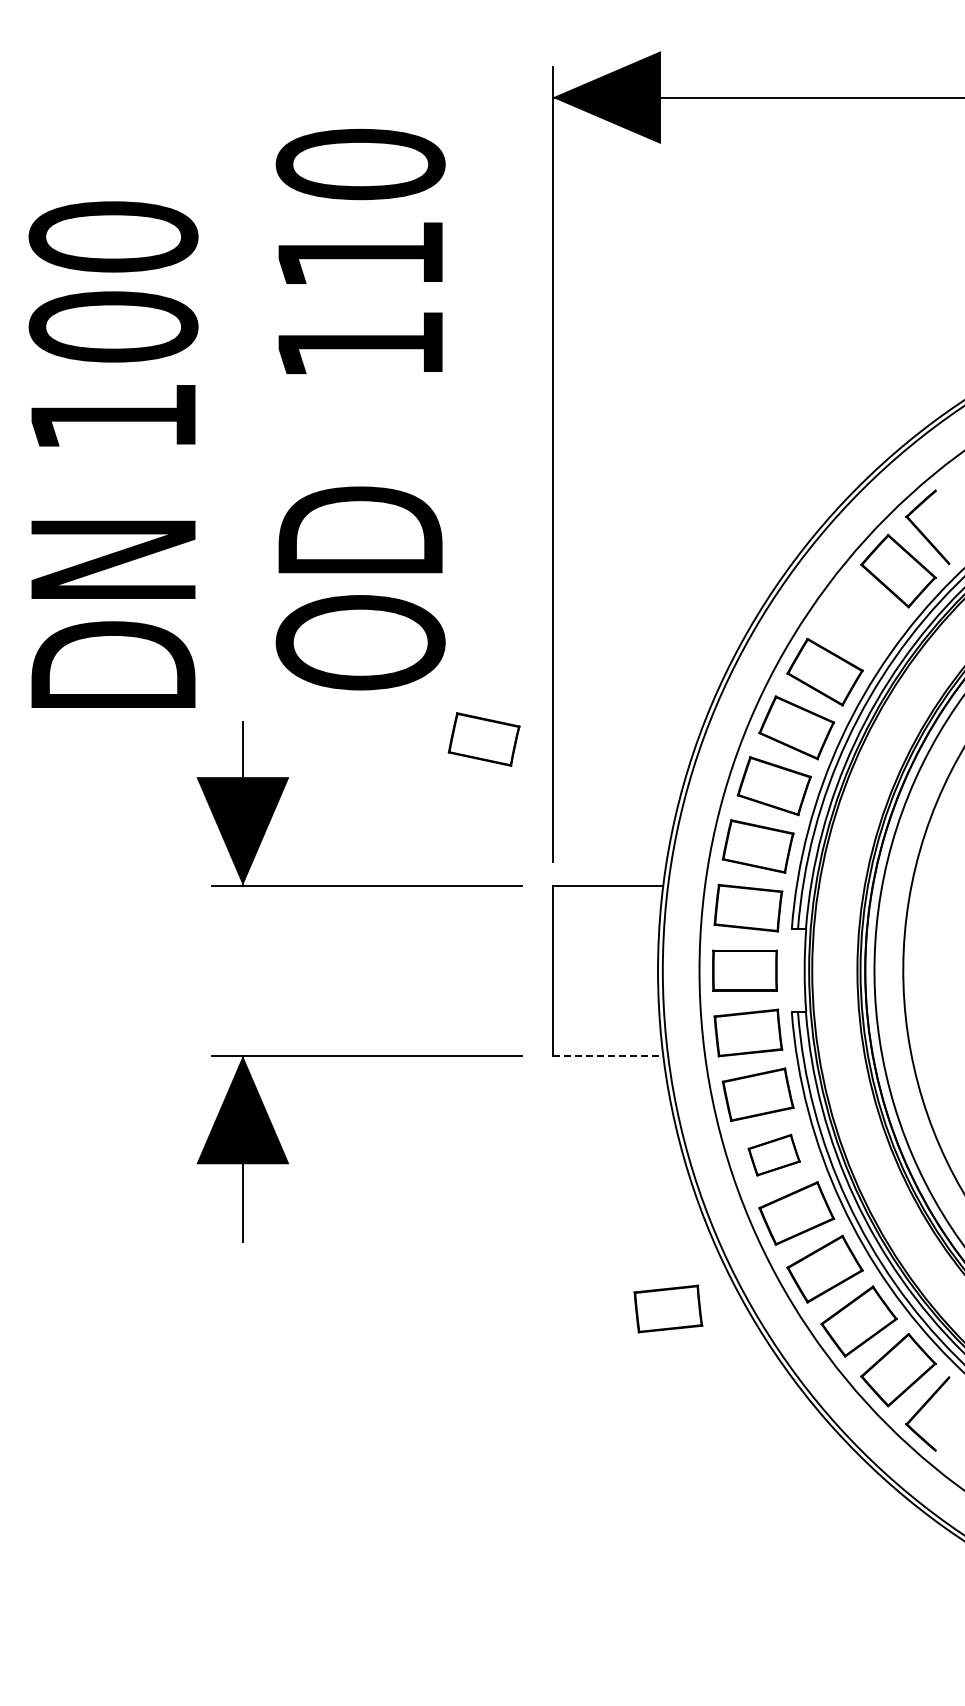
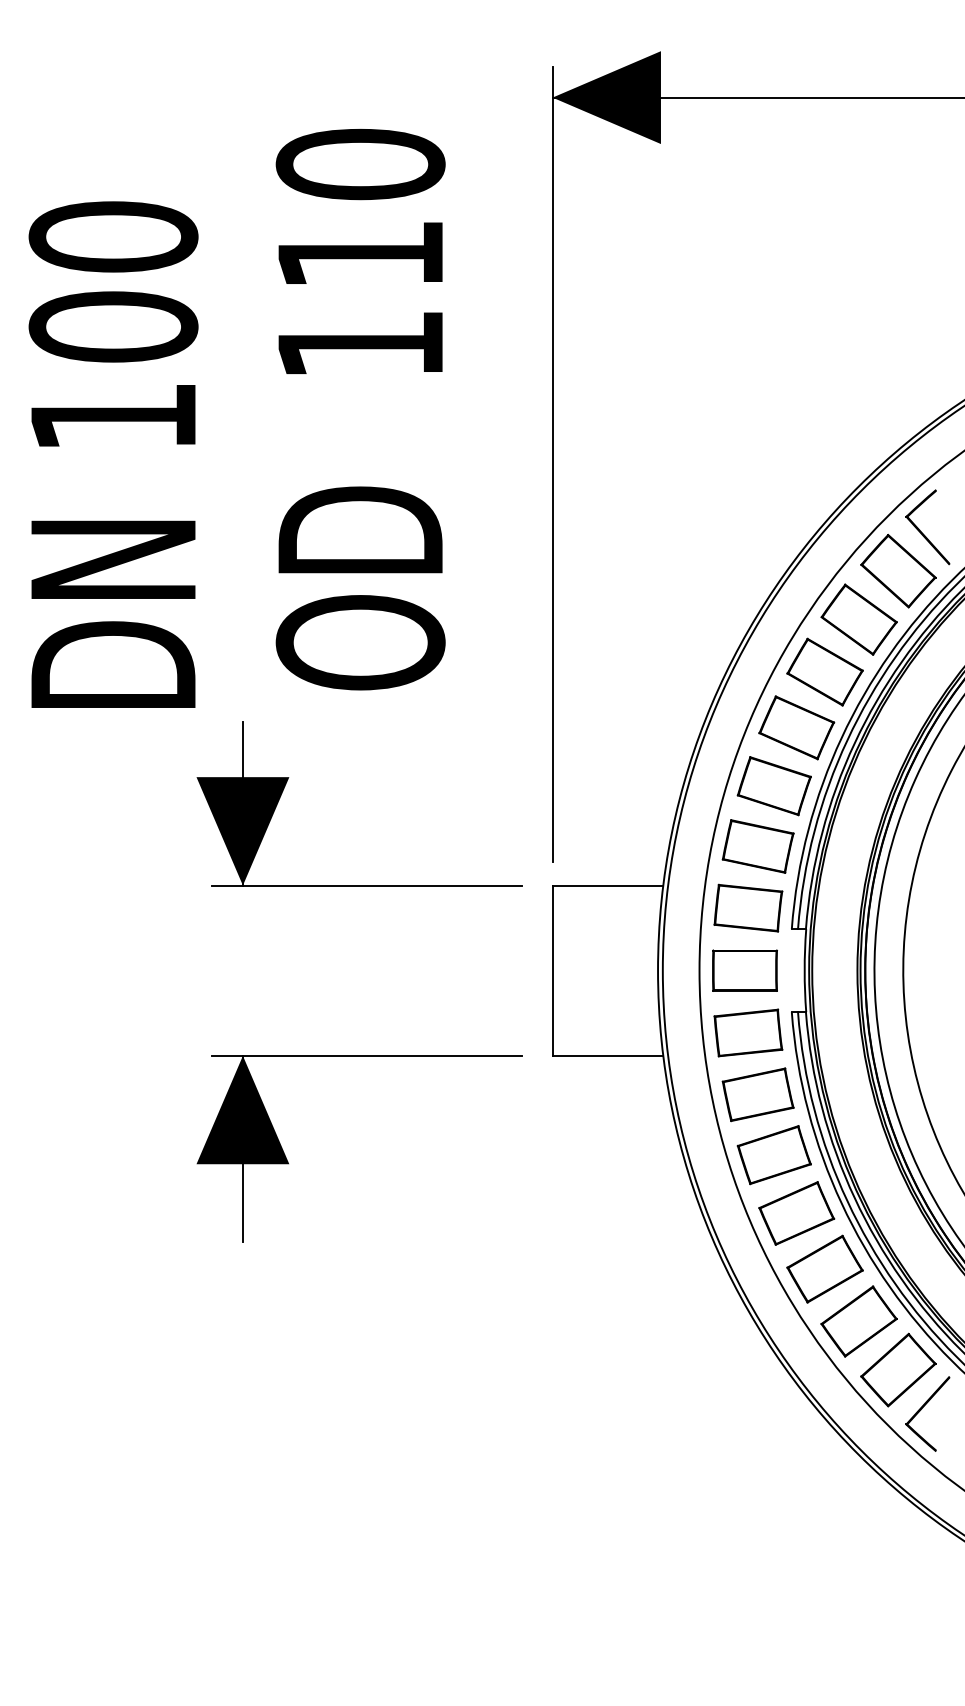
part at (858, 619): none -> present
part at (483, 739): present -> none
line at (608, 1055): dashed -> solid
part at (773, 1154) size: 54x44 px -> 76x61 px
part at (668, 1308): present -> none
